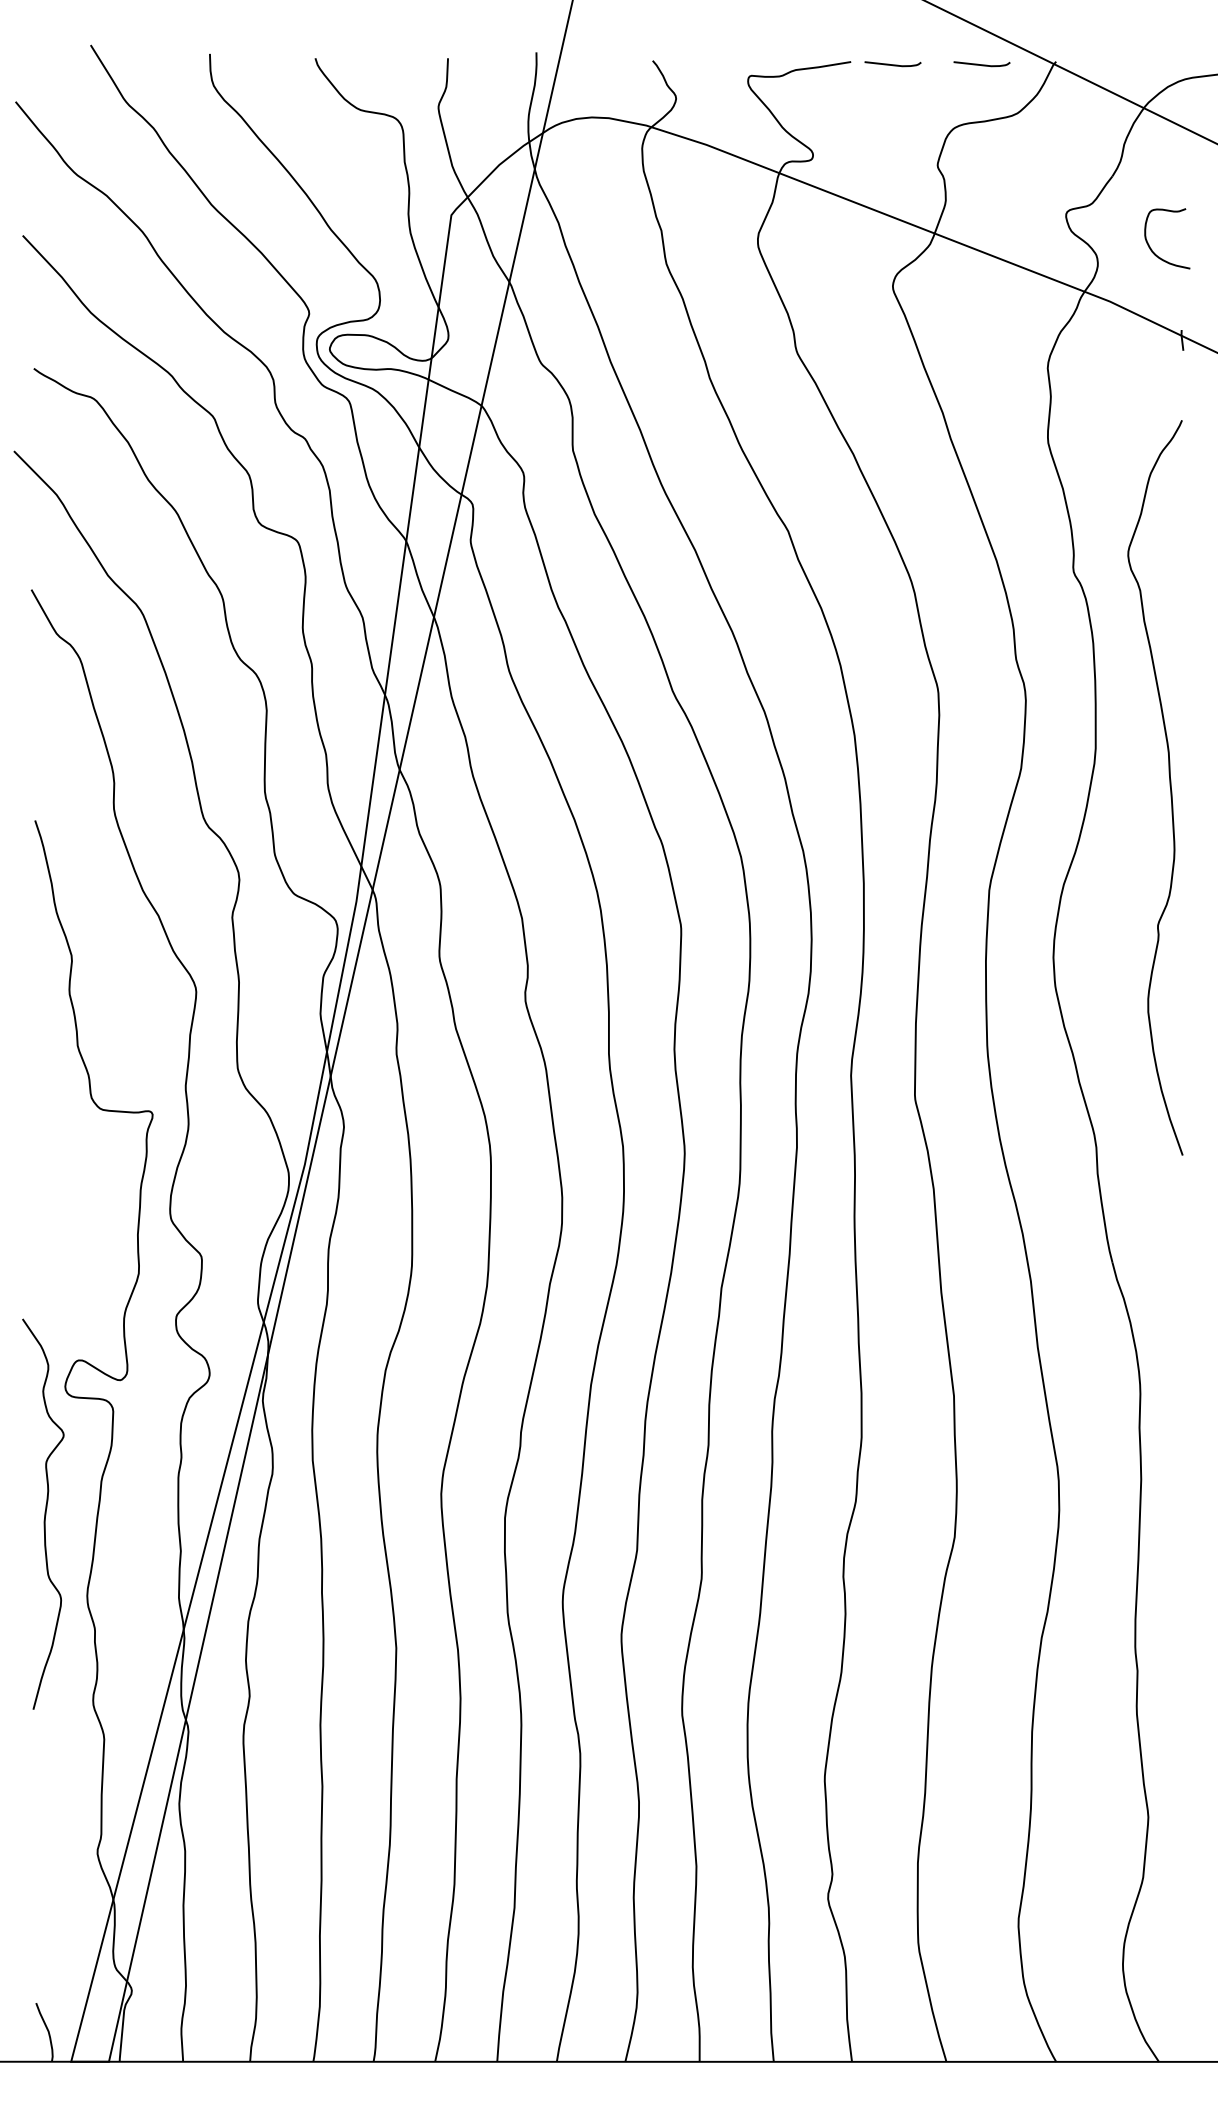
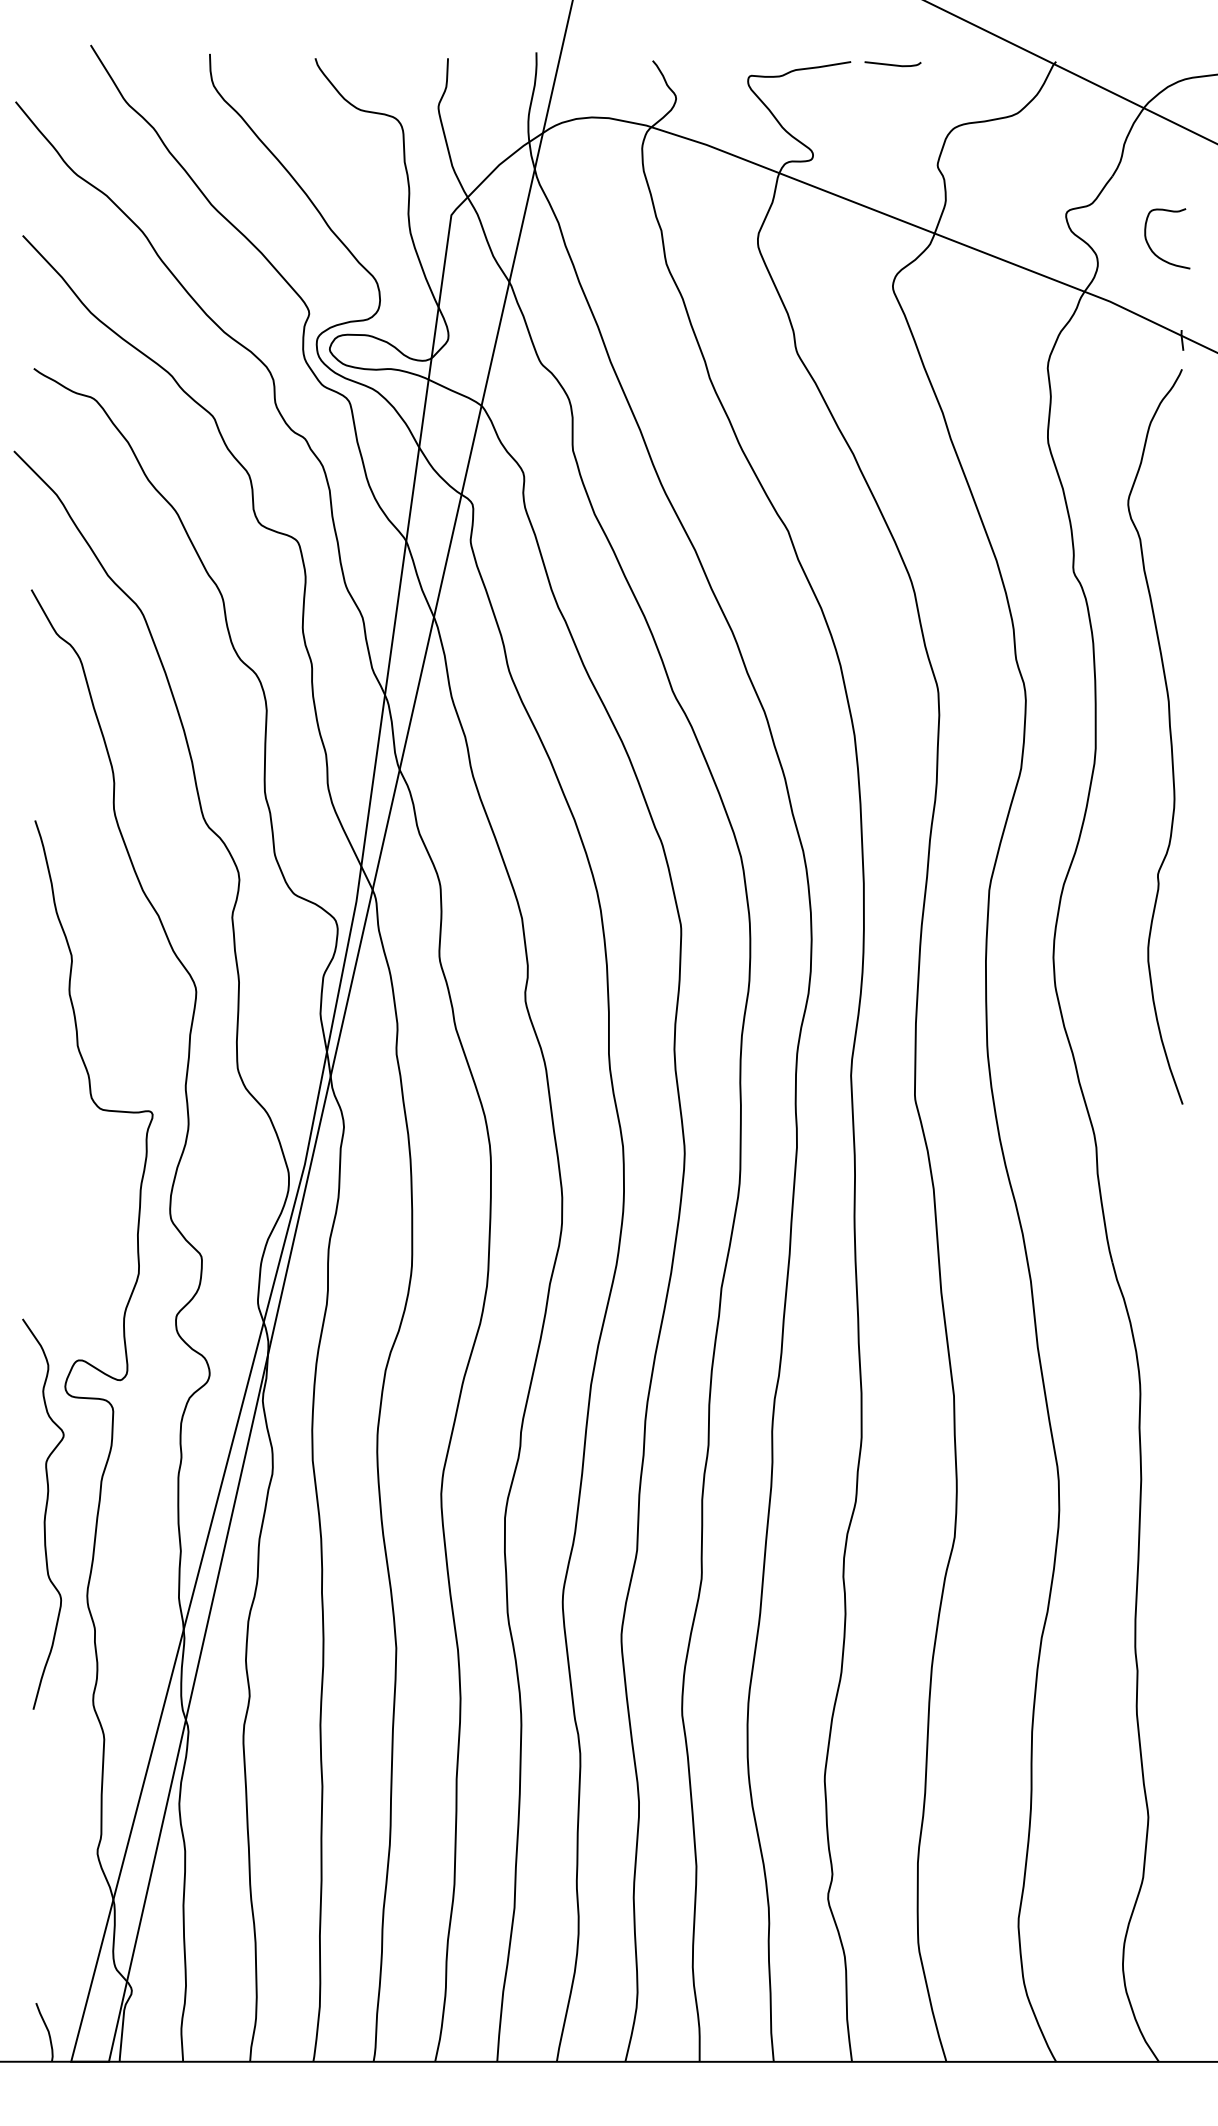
curve at (981, 64): present -> none
curve at (1169, 786) position: (1169, 786) -> (1169, 735)
